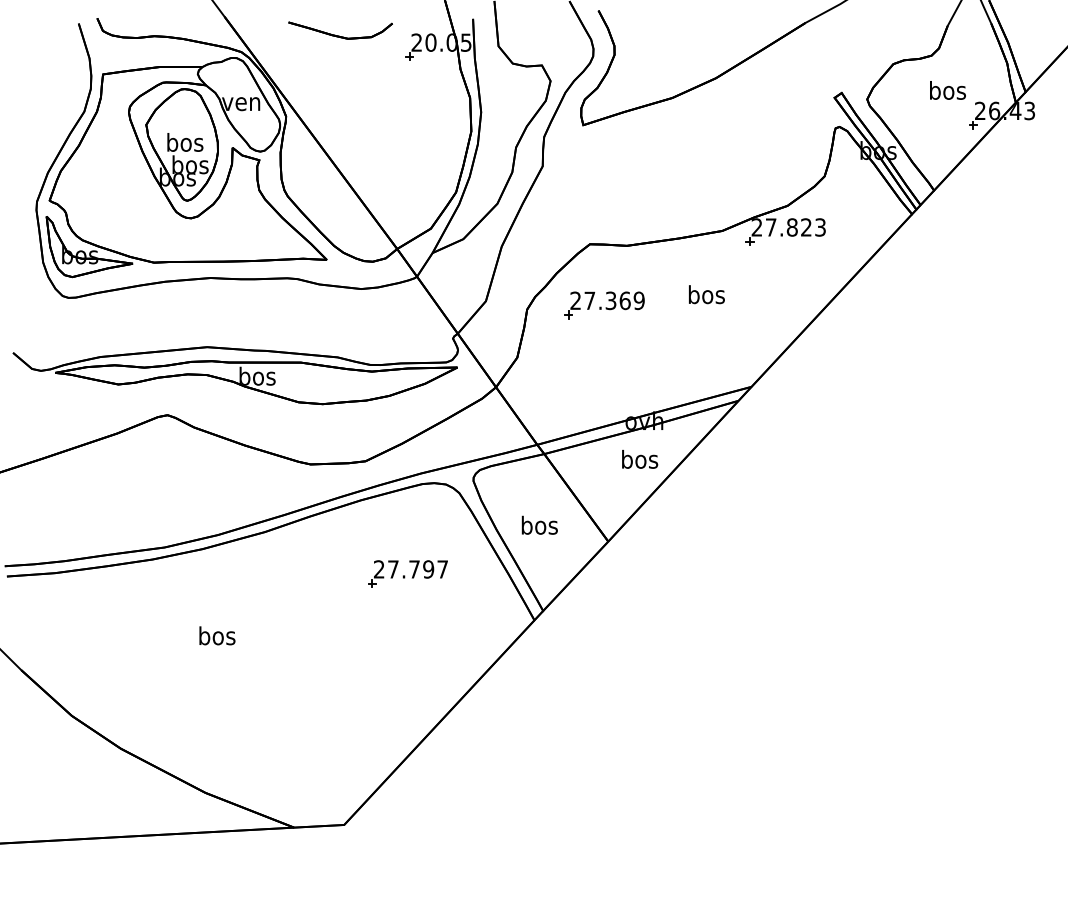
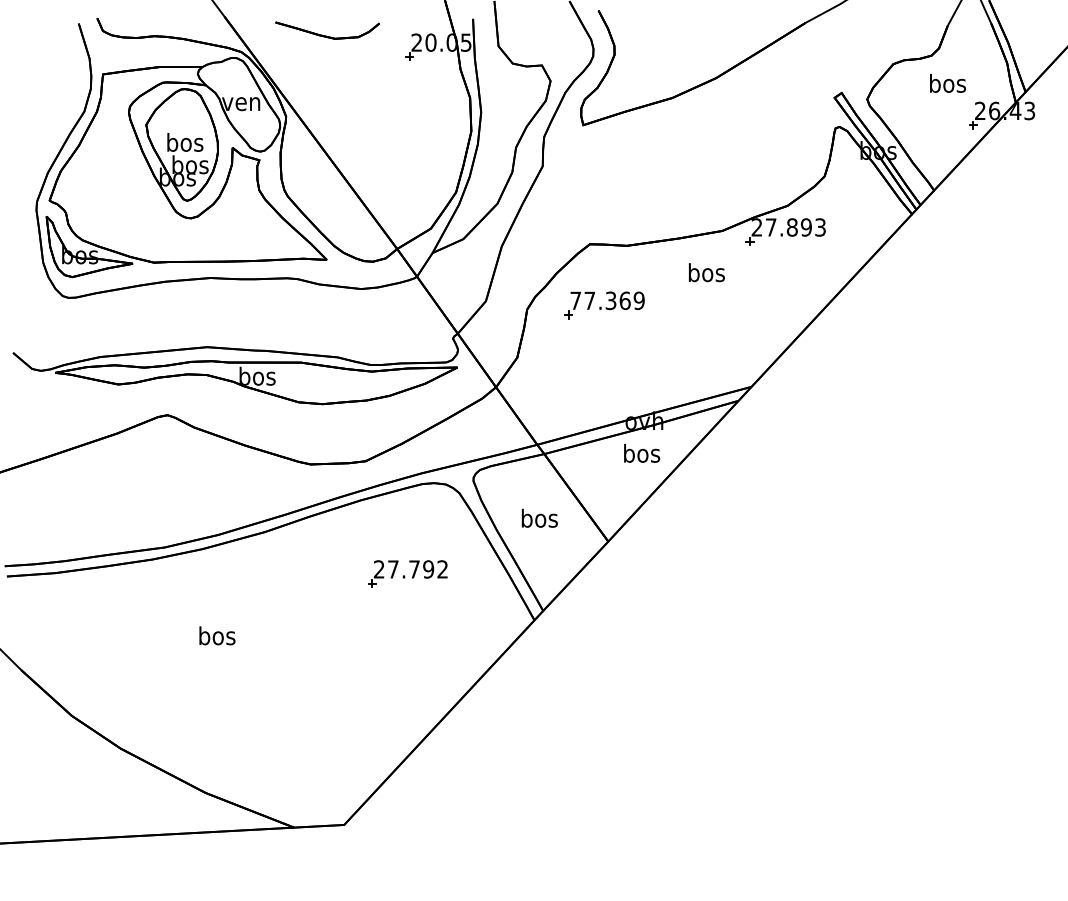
part at (340, 30) position: (340, 30) -> (327, 30)
text at (947, 90) position: (947, 90) -> (947, 83)
text at (805, 227): 27.823 -> 27.893
text at (706, 294) position: (706, 294) -> (706, 272)
text at (575, 300): 27.369 -> 77.369
text at (640, 459) position: (640, 459) -> (642, 453)
text at (539, 524) position: (539, 524) -> (539, 517)
text at (442, 569): 27.797 -> 27.792
